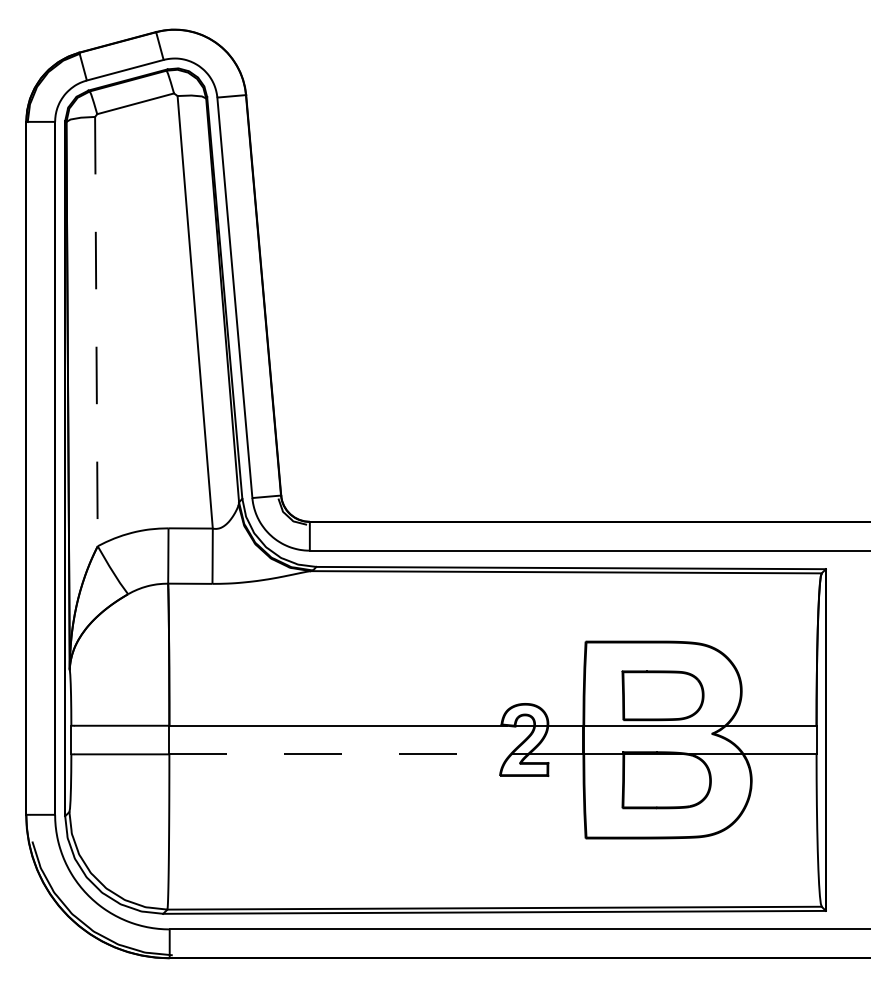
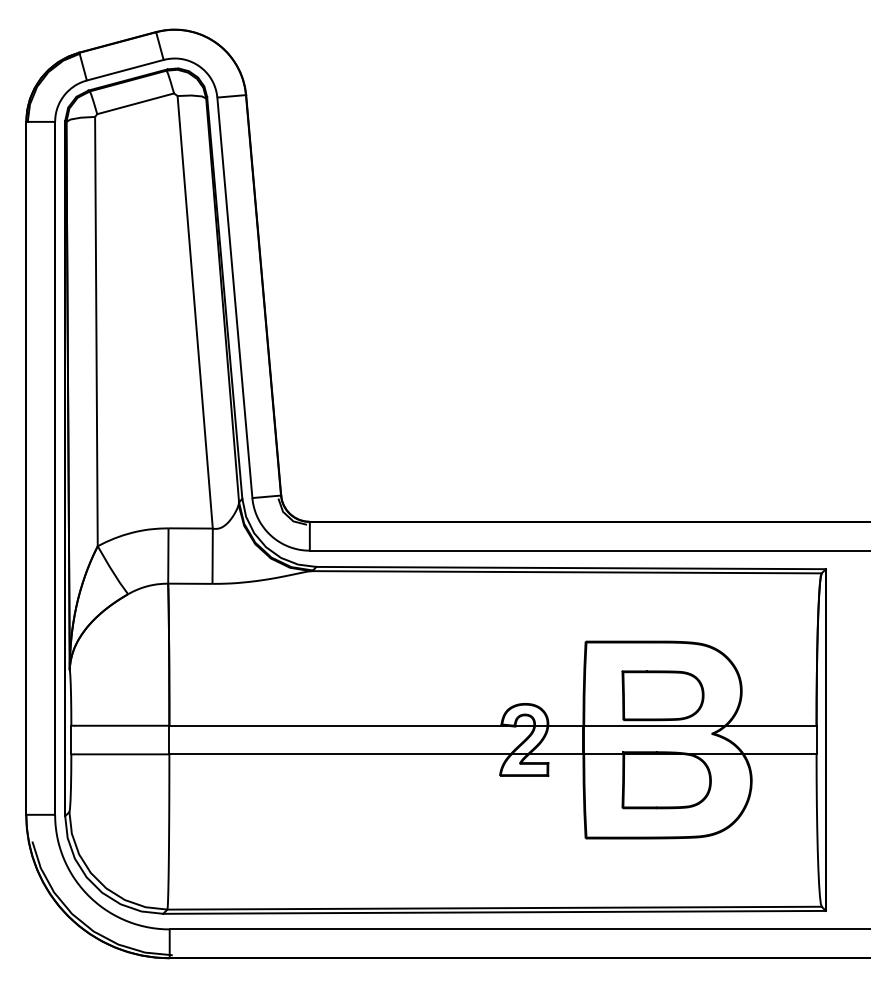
line at (96, 331): dashed -> solid
line at (340, 754): dashed -> solid
